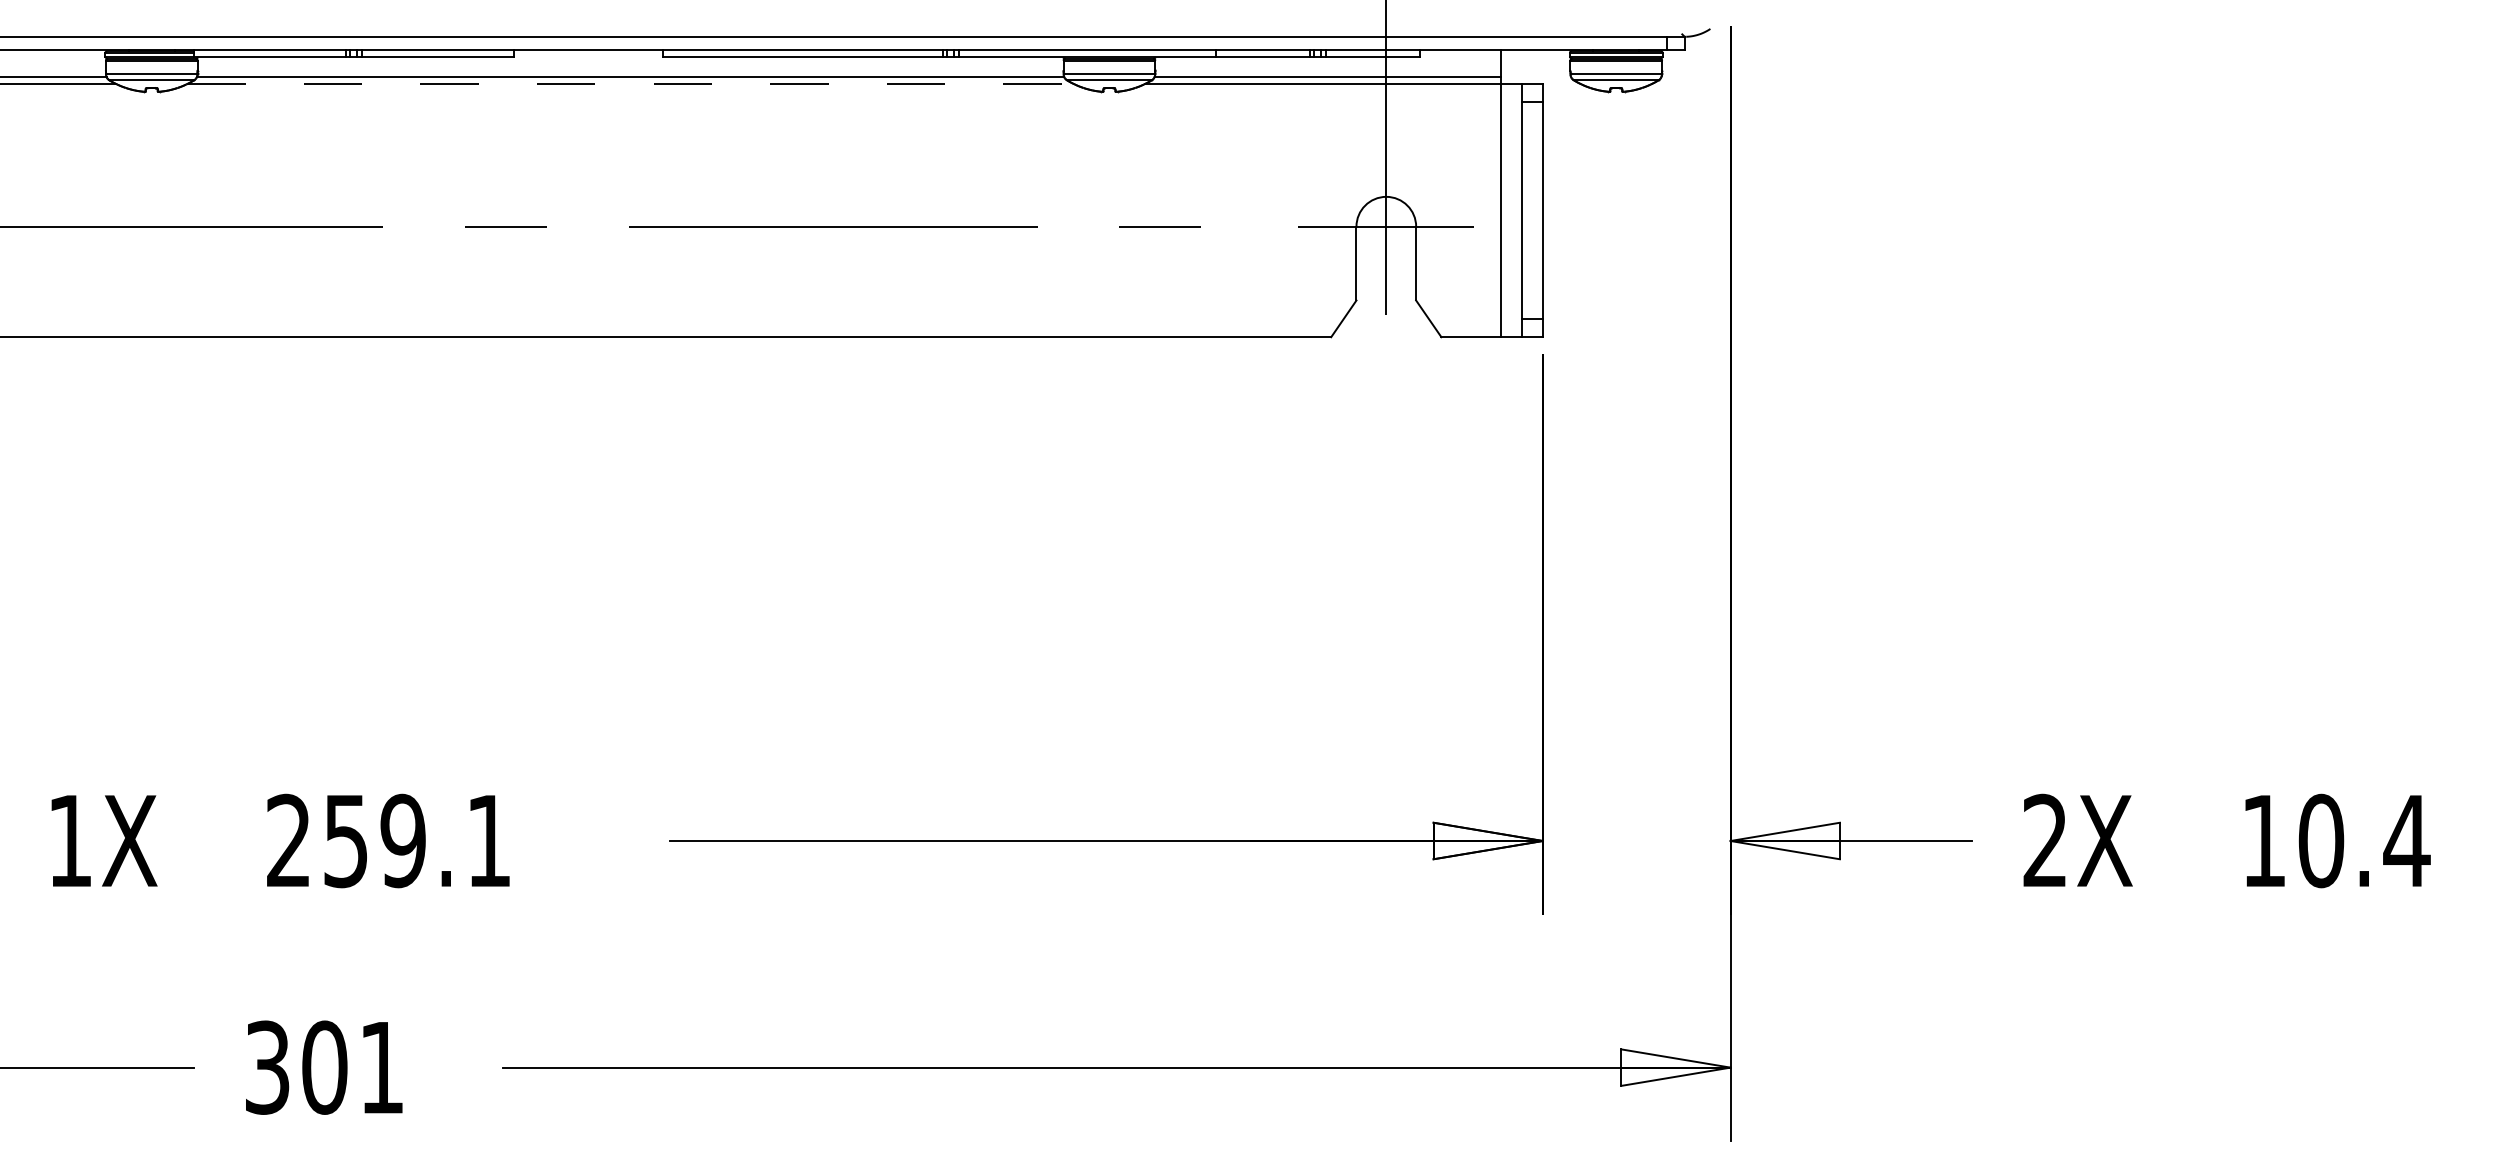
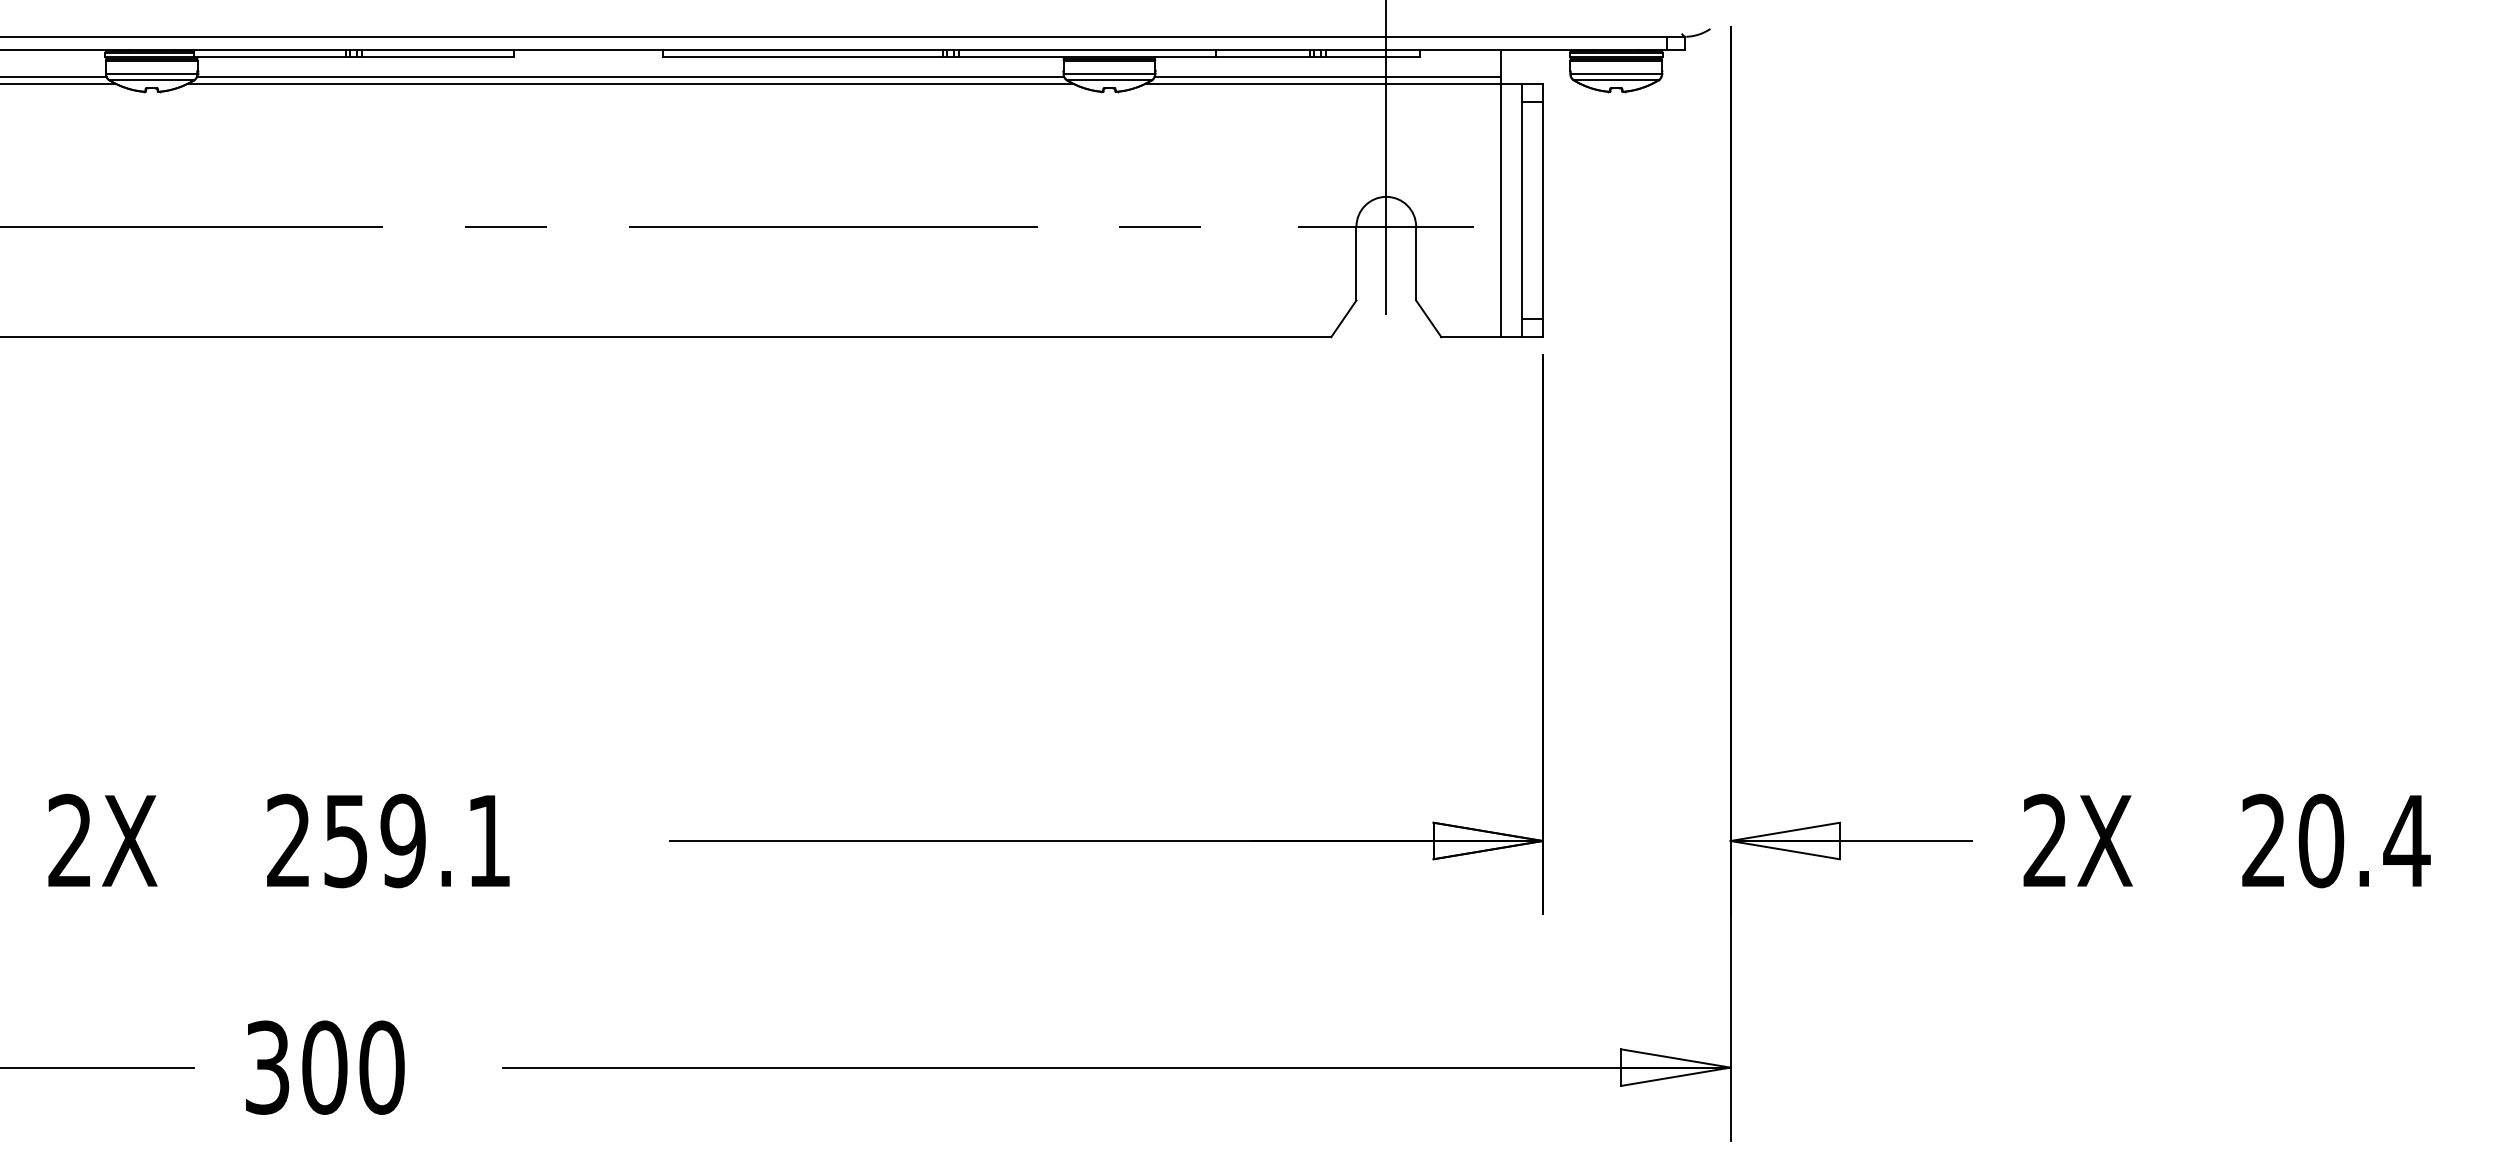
line at (631, 84): dashed -> solid
text at (69, 839): 1X -> 2X
text at (2263, 839): 10.4 -> 20.4
text at (381, 1067): 301 -> 300
